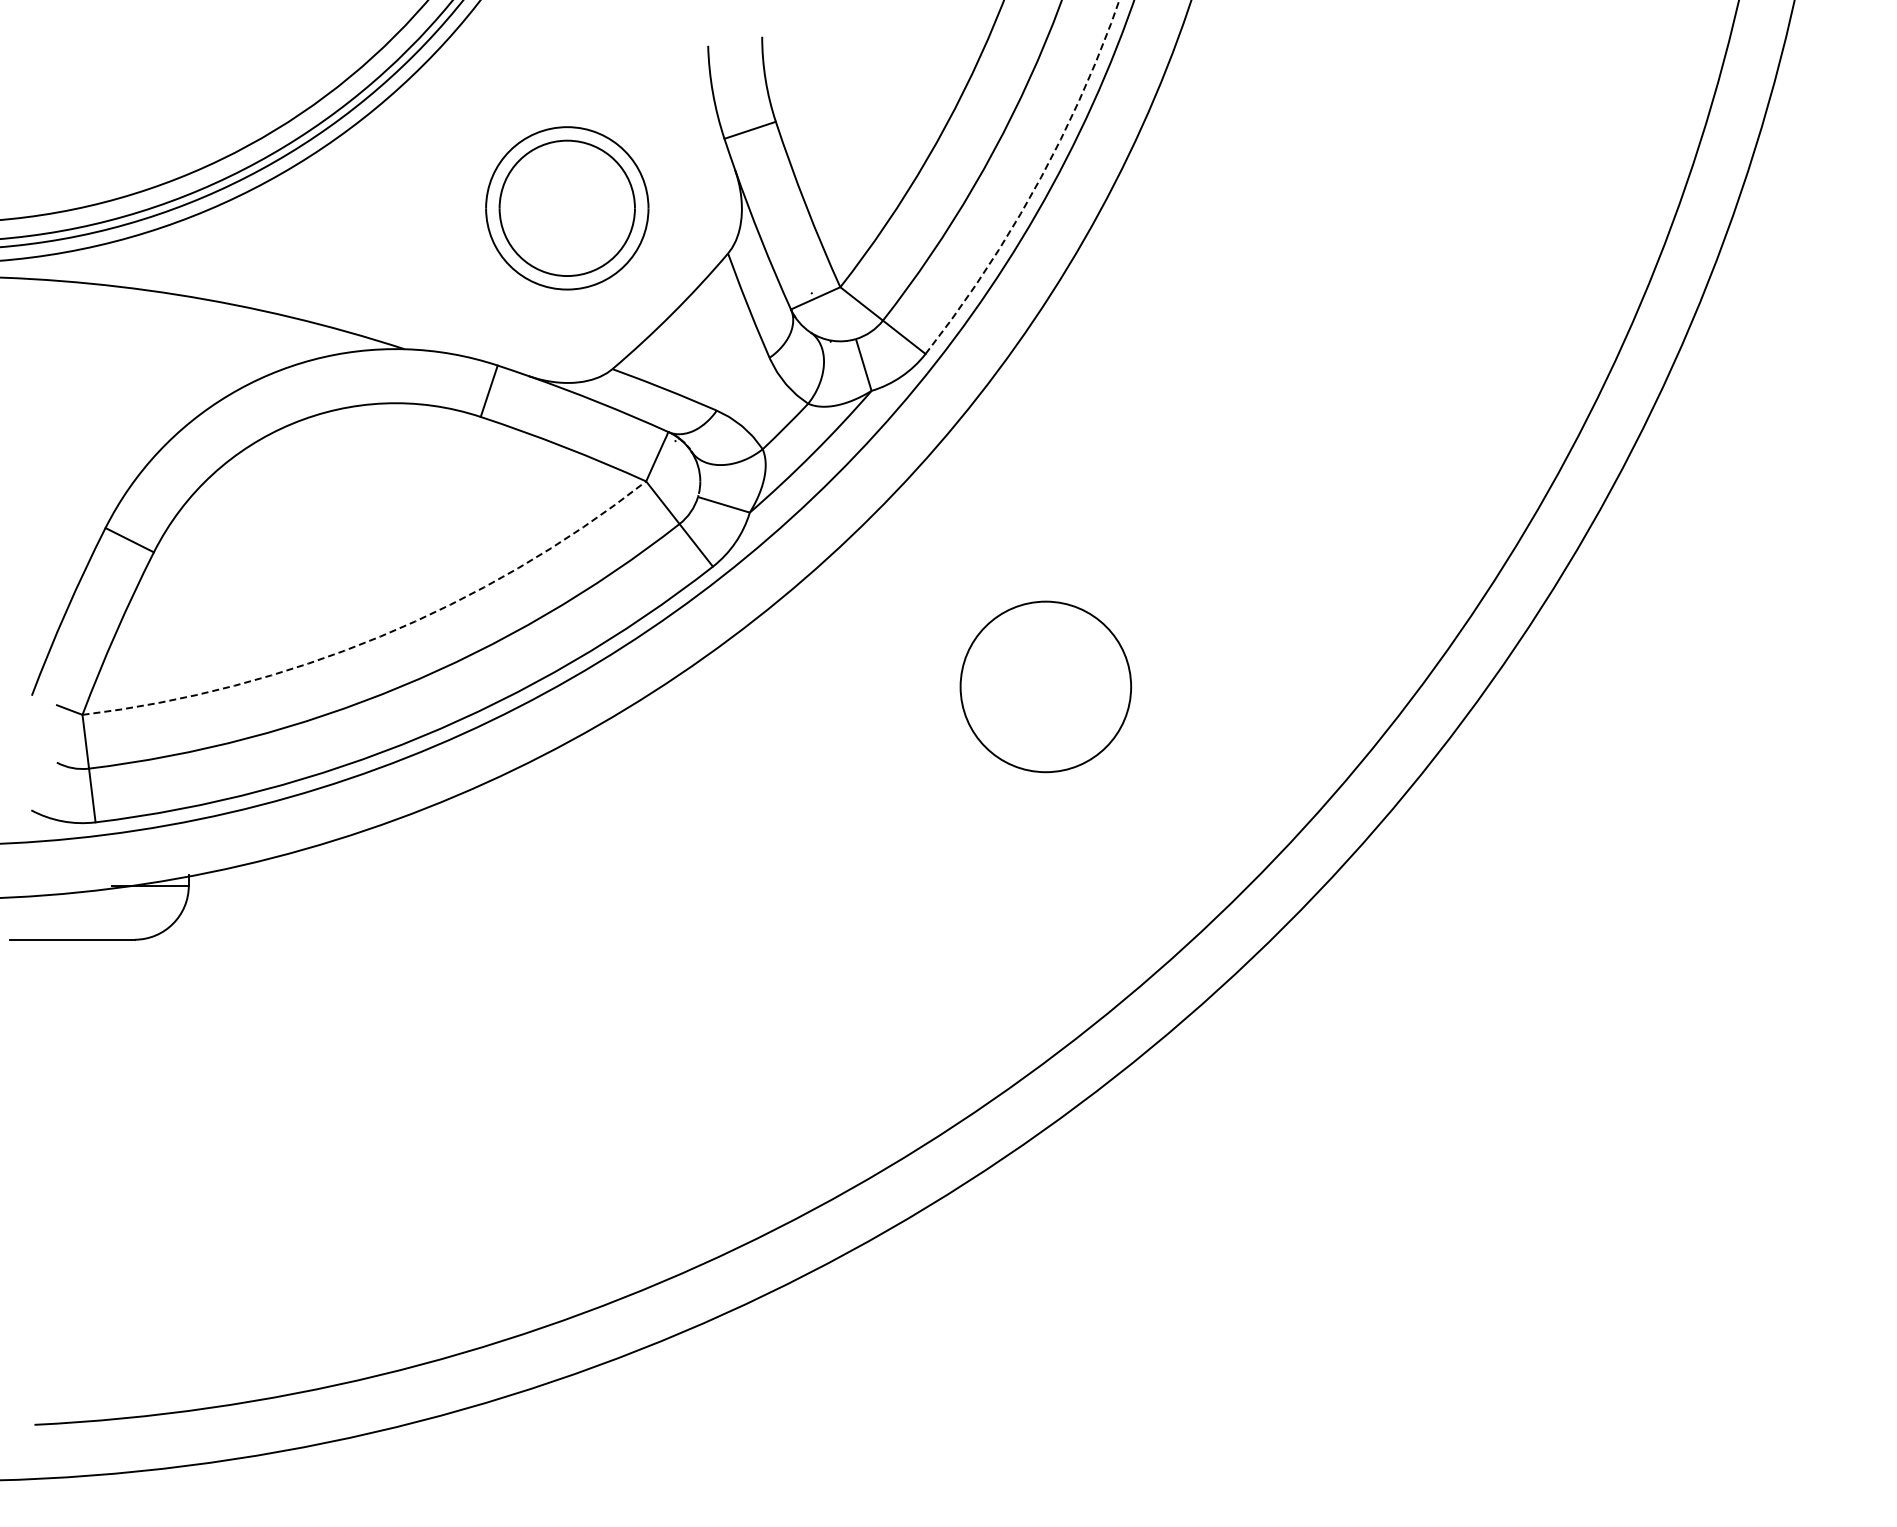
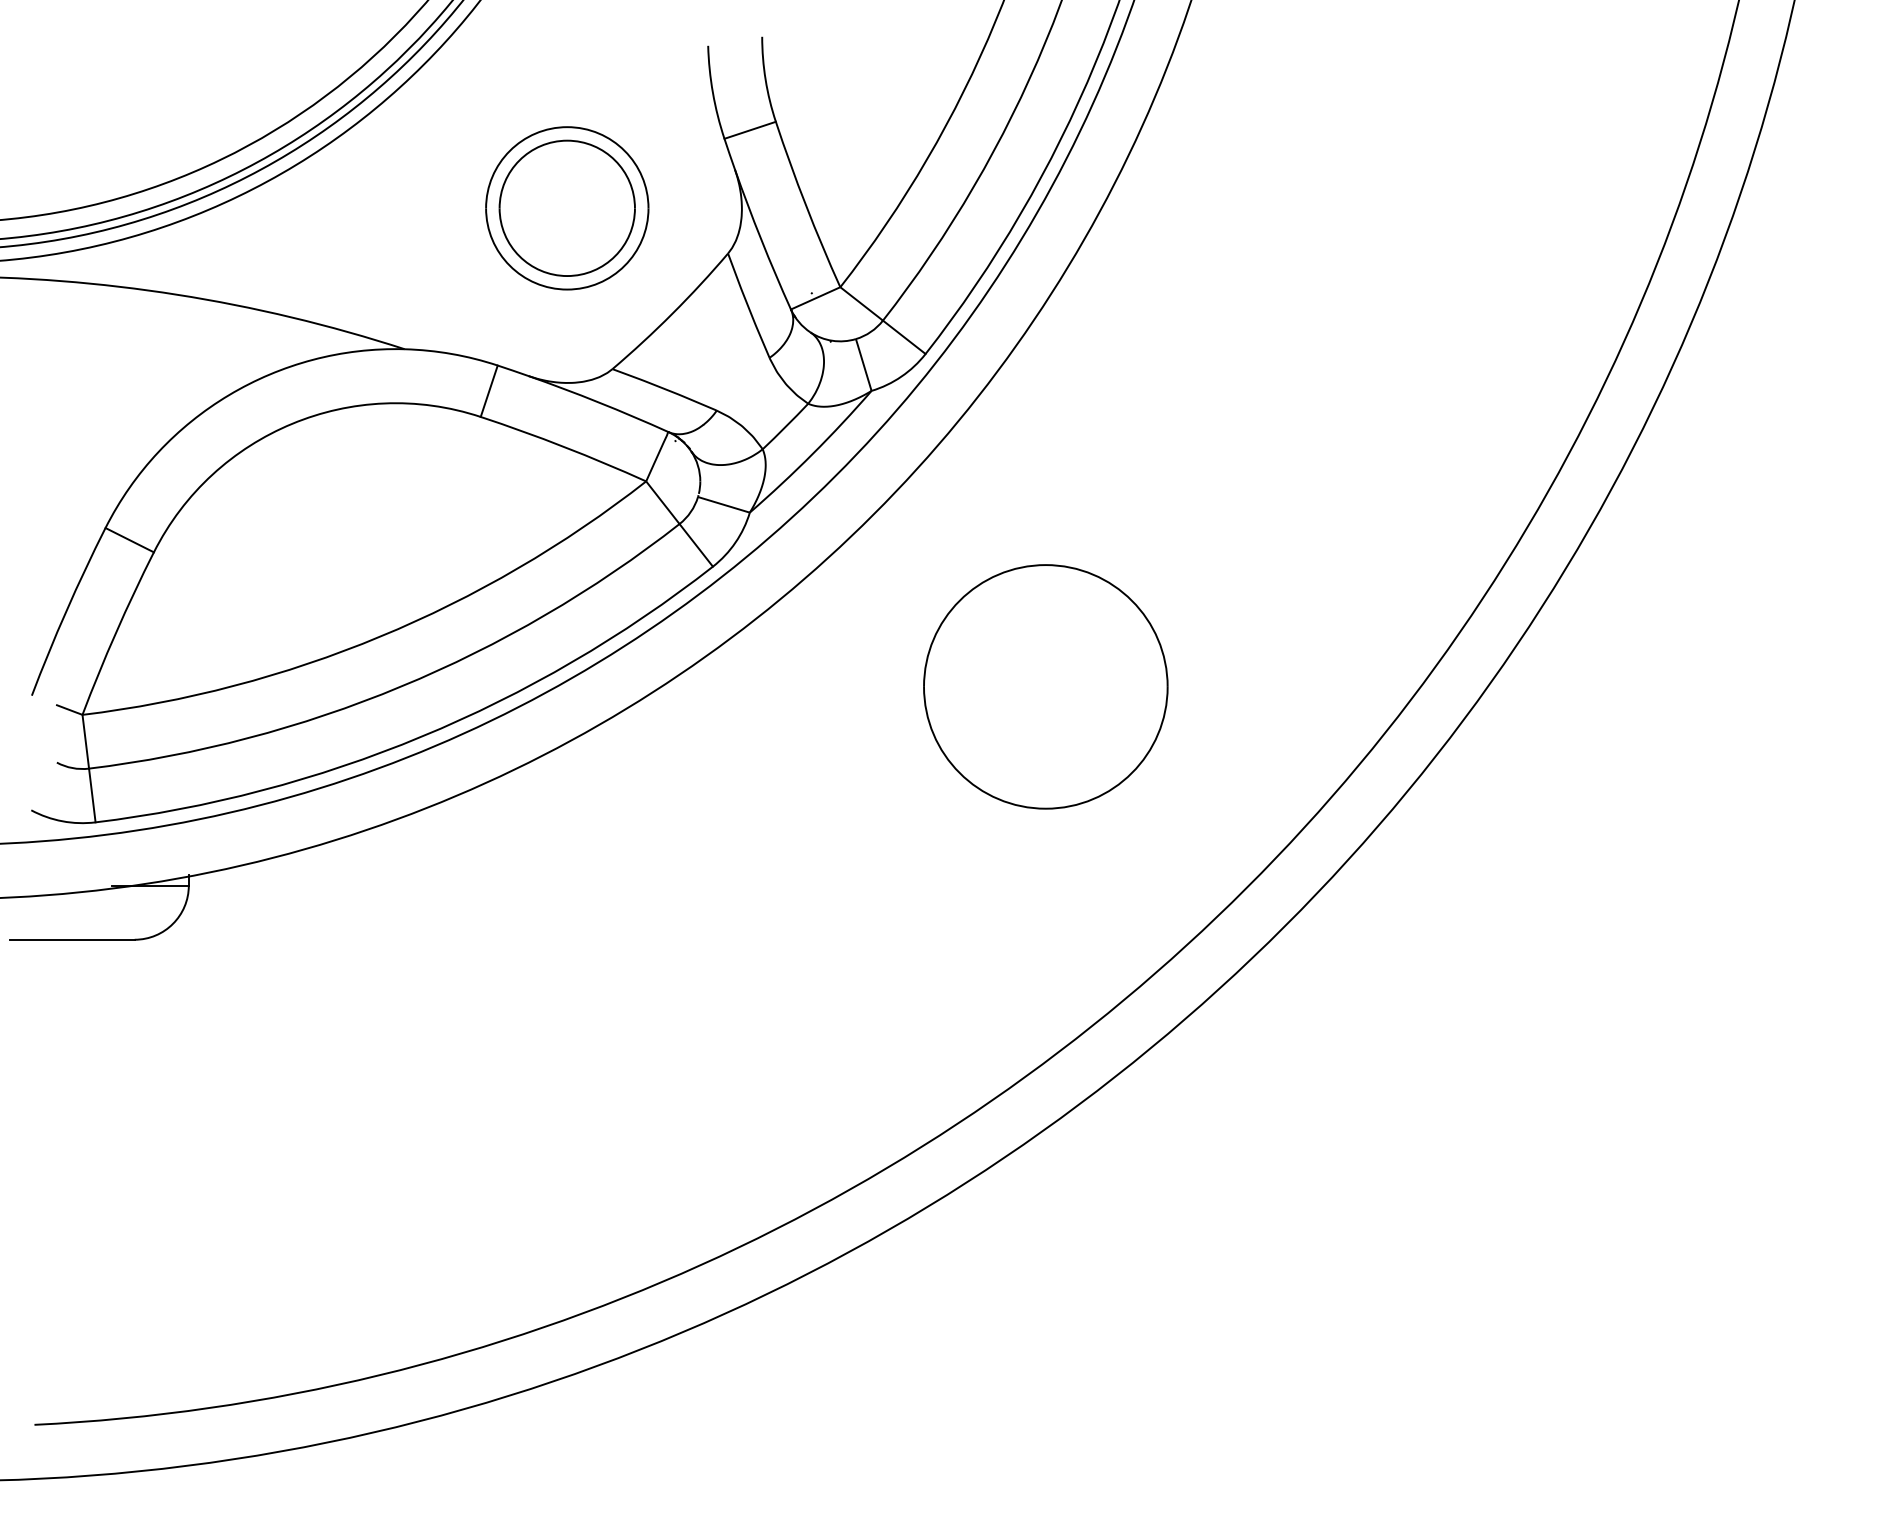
arc at (1037, 183): dashed -> solid
arc at (380, 636): dashed -> solid
part at (1045, 686) size: 173x174 px -> 246x246 px
